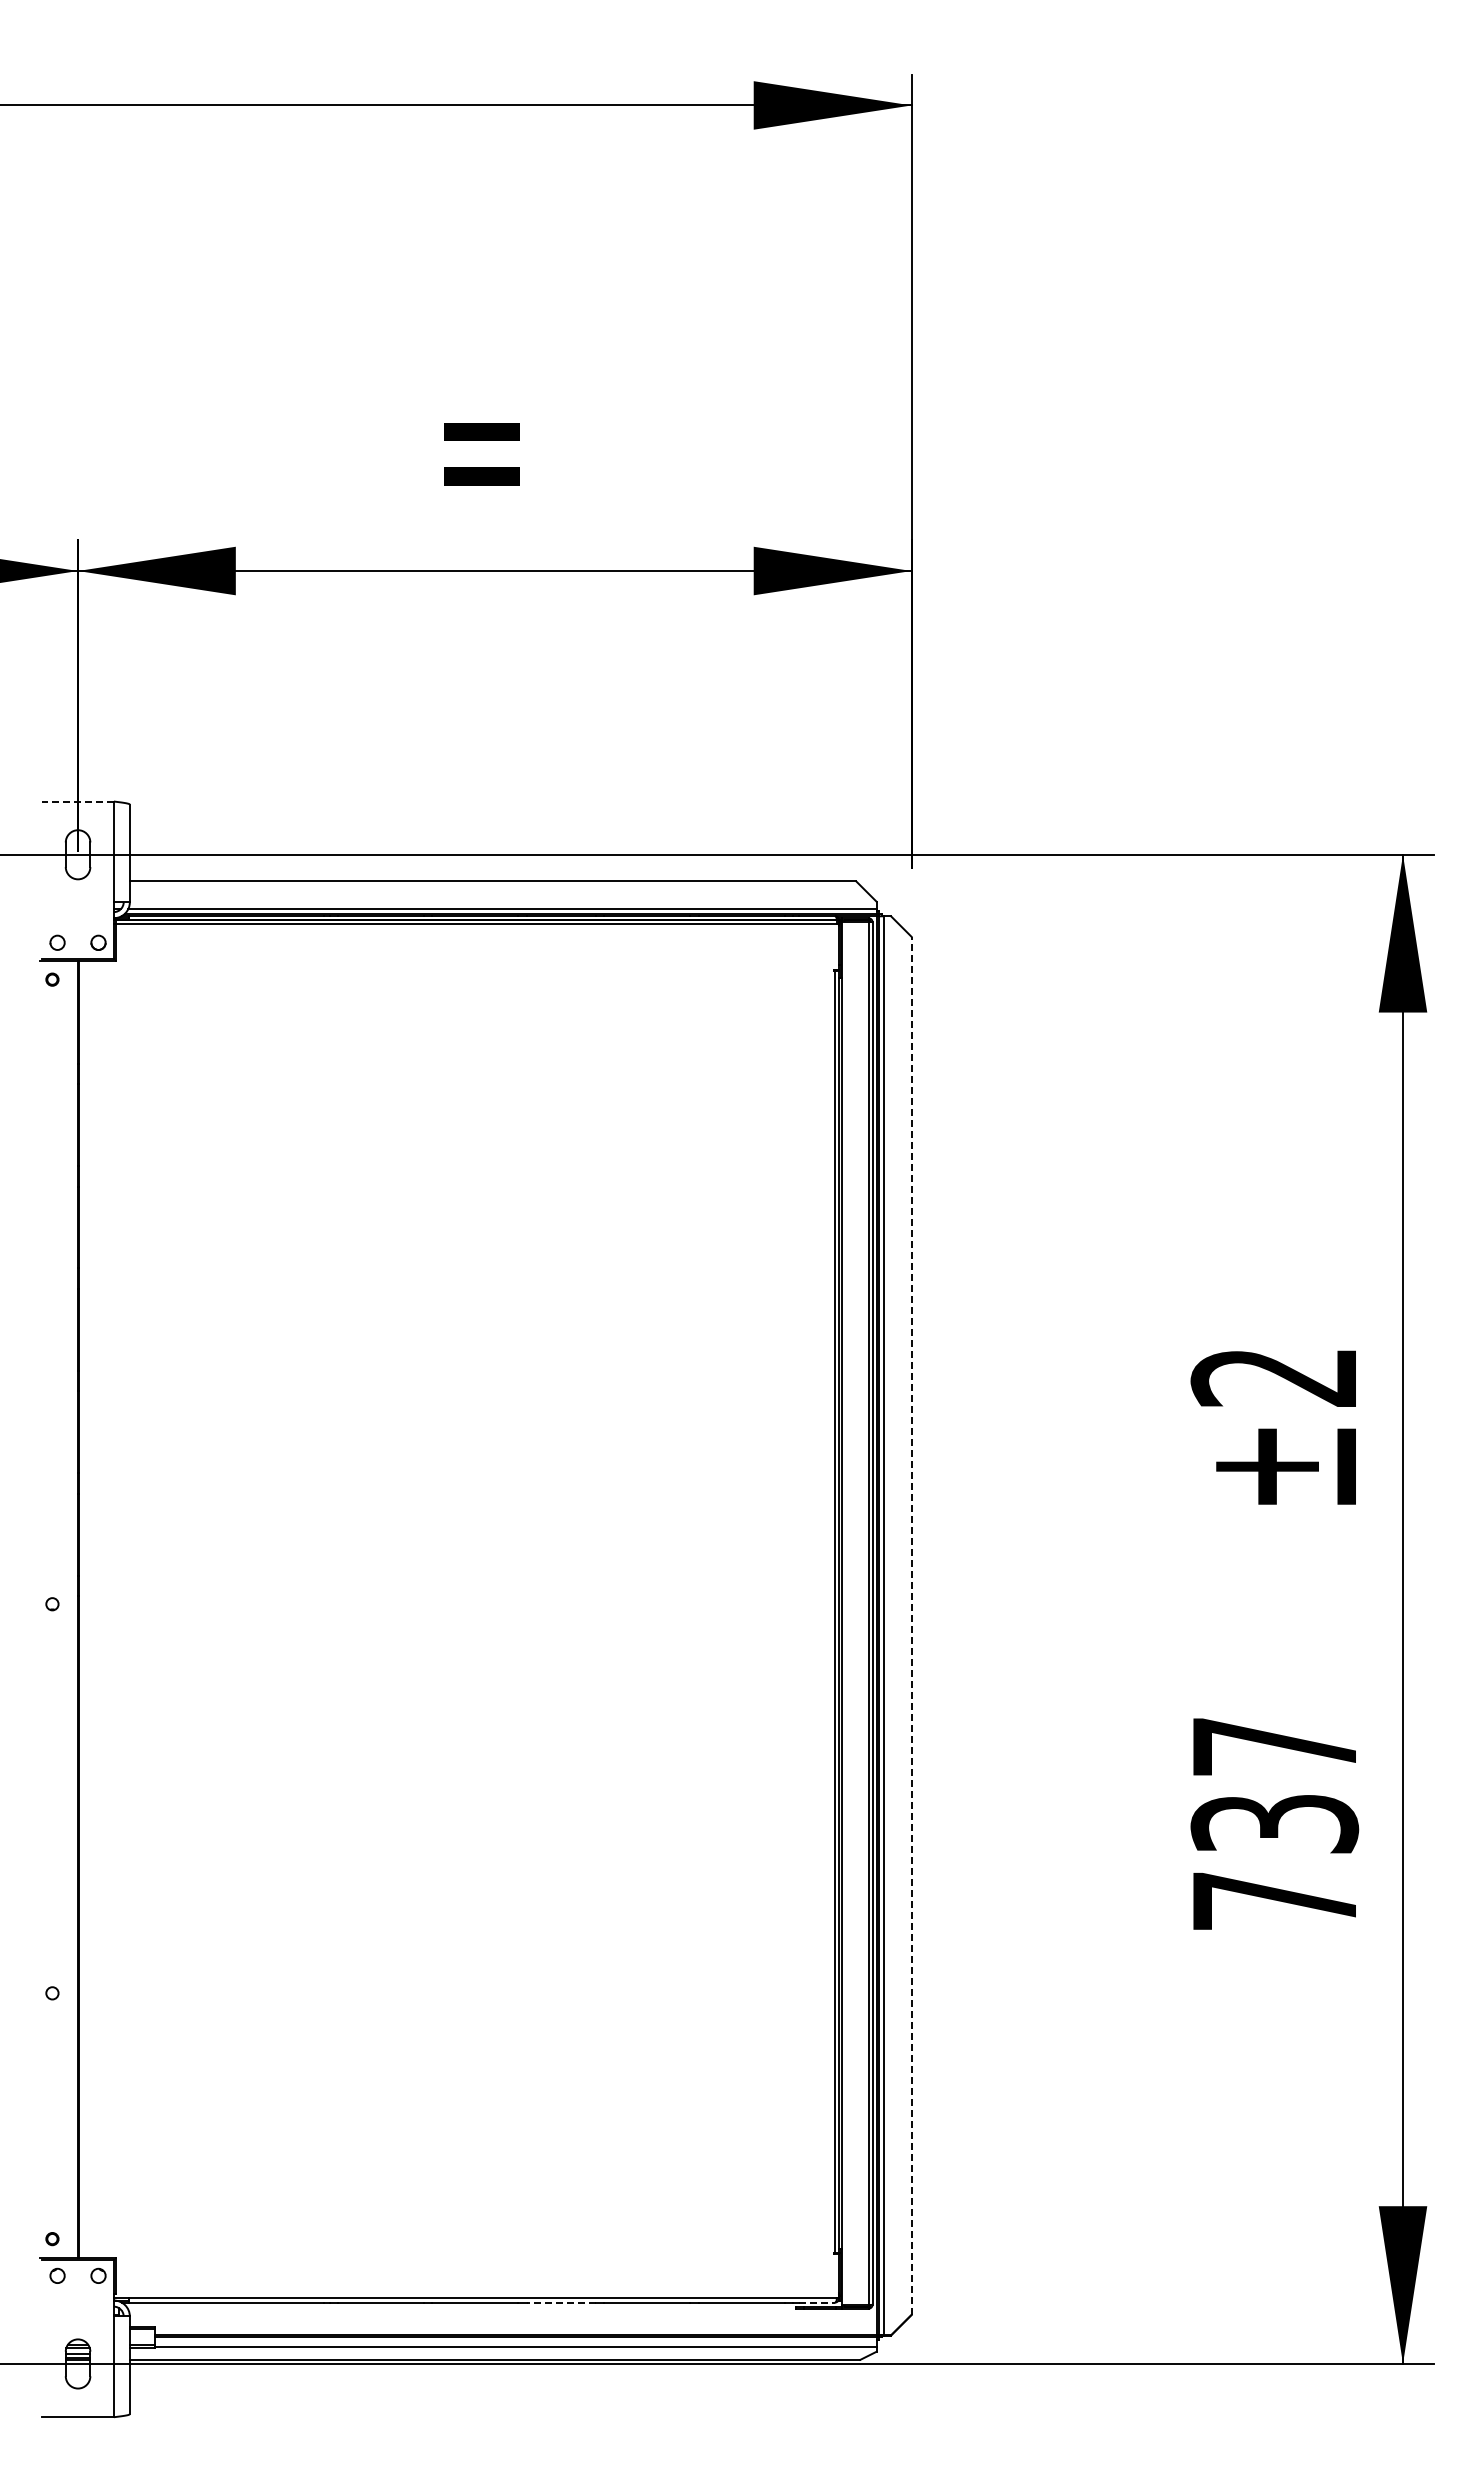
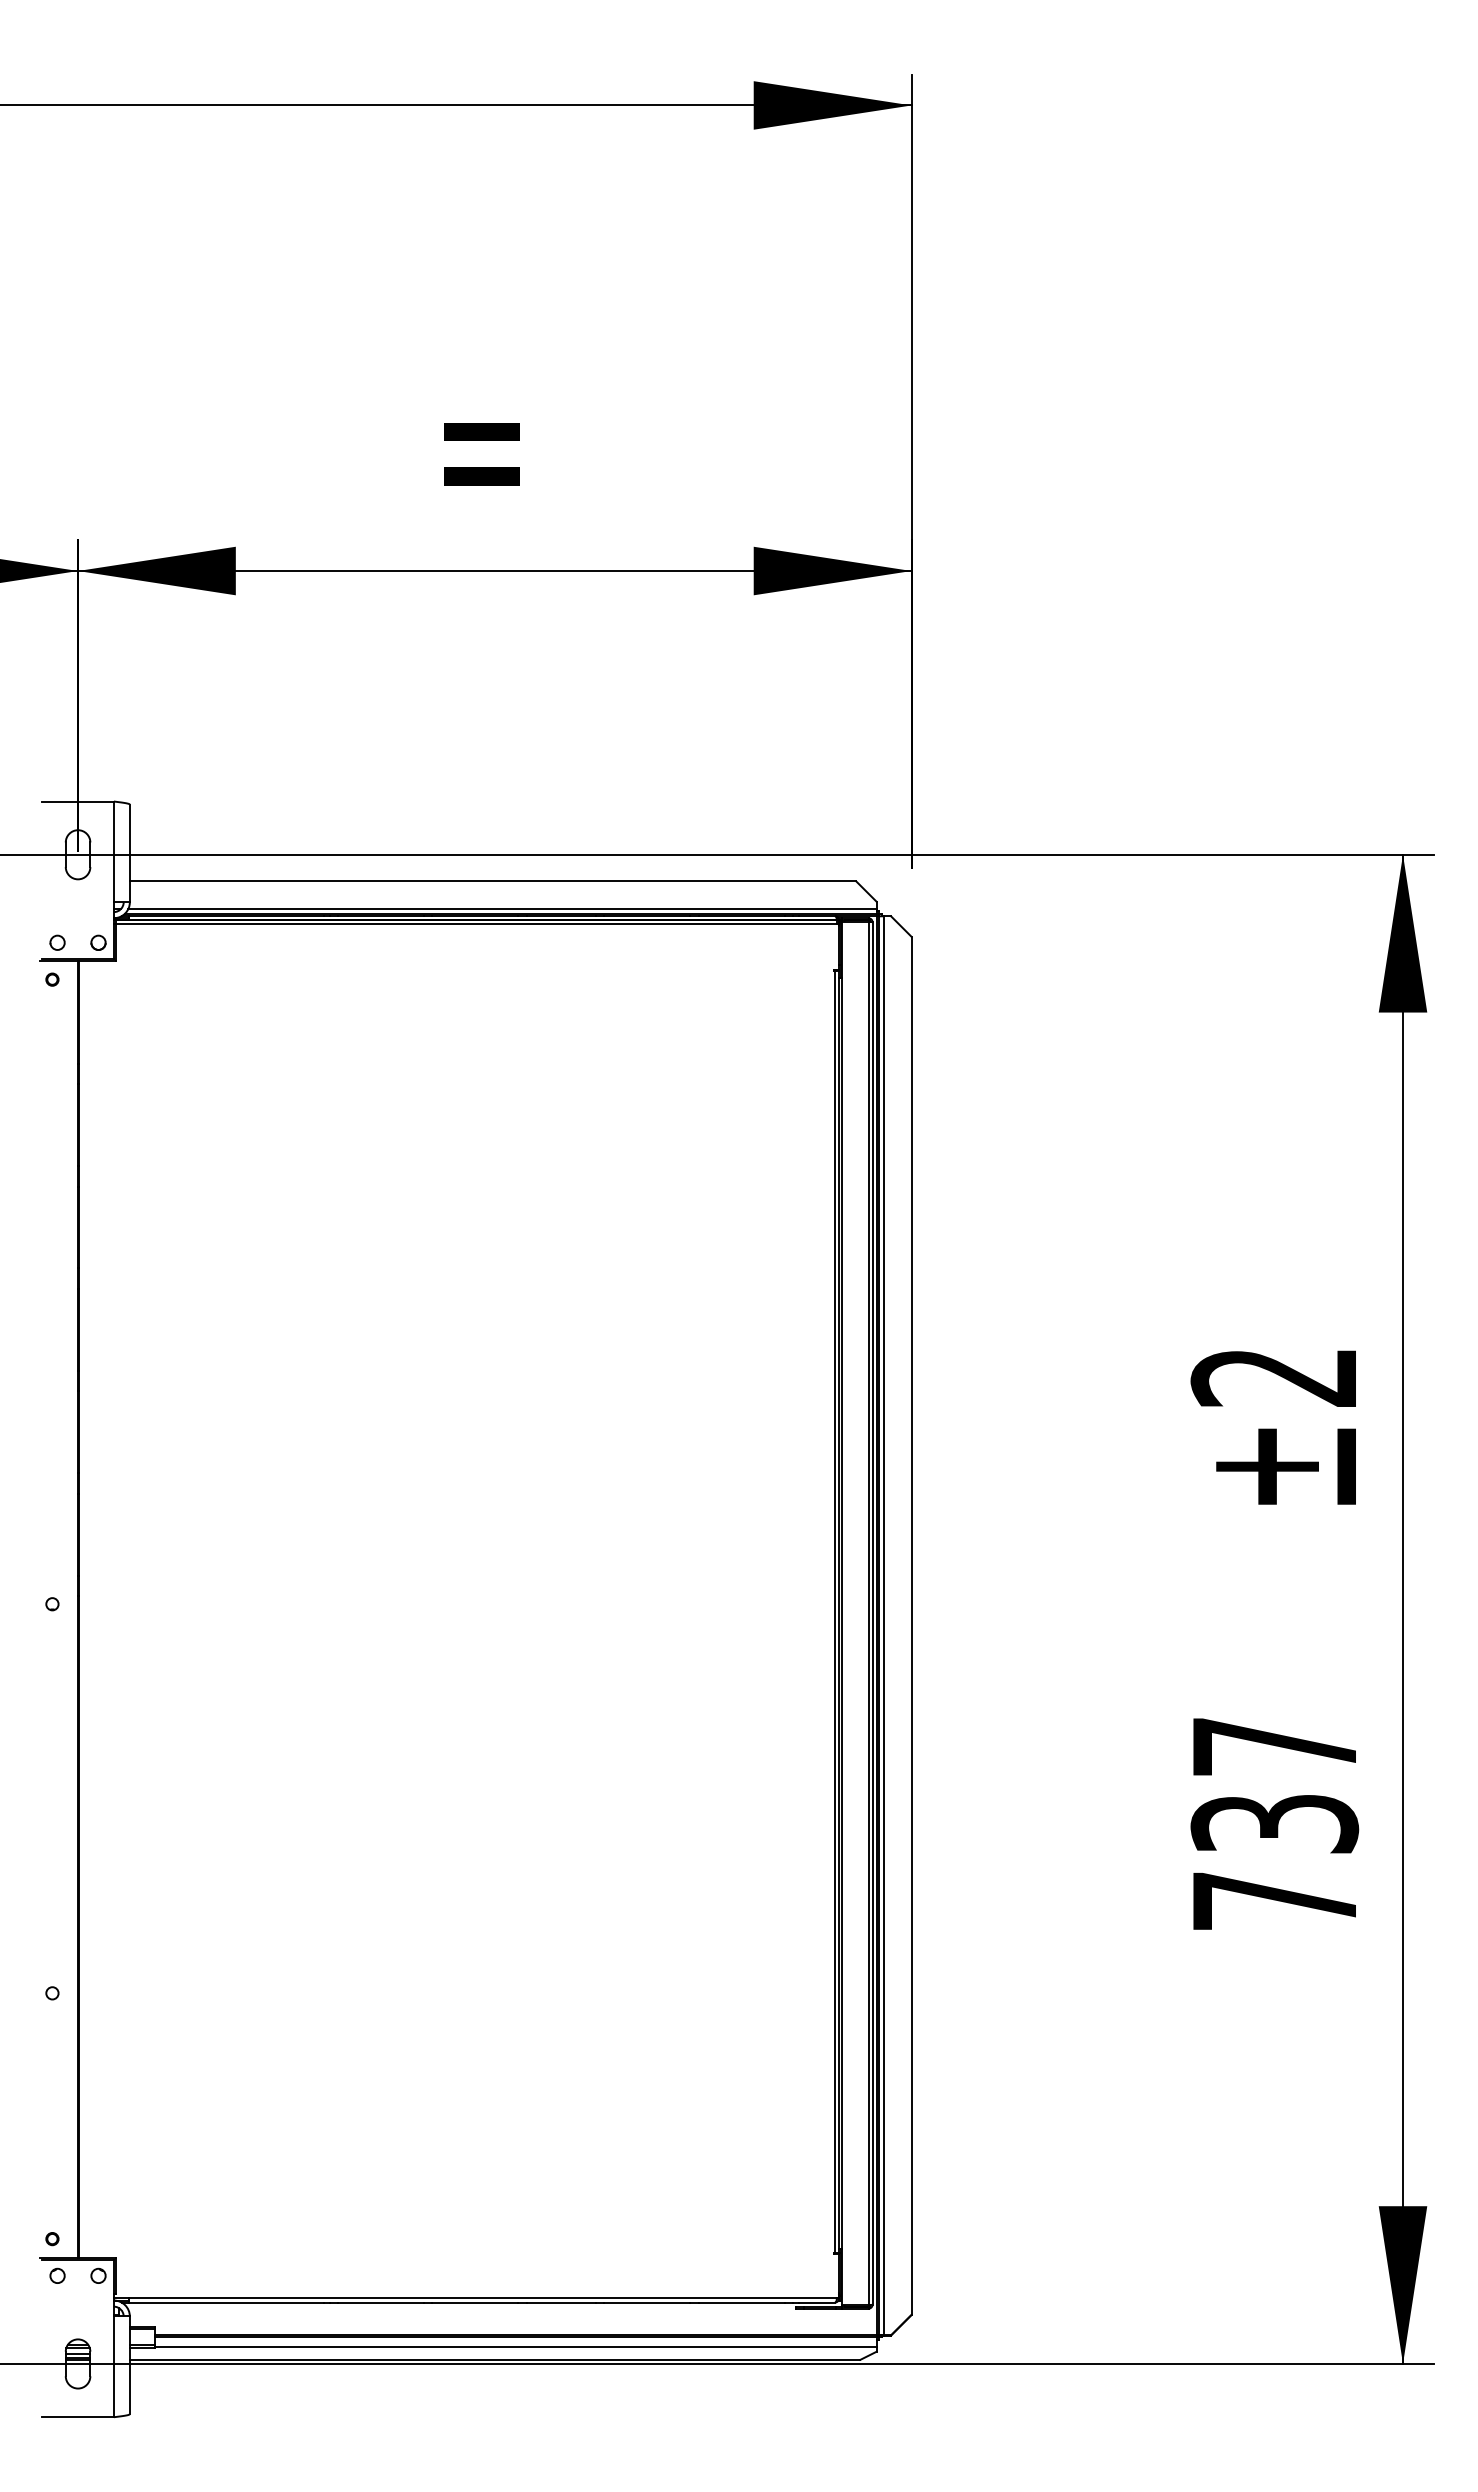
line at (78, 801): dashed -> solid
line at (911, 1625): dashed -> solid
line at (561, 2302): dashed -> solid
line at (817, 2302): dashed -> solid
